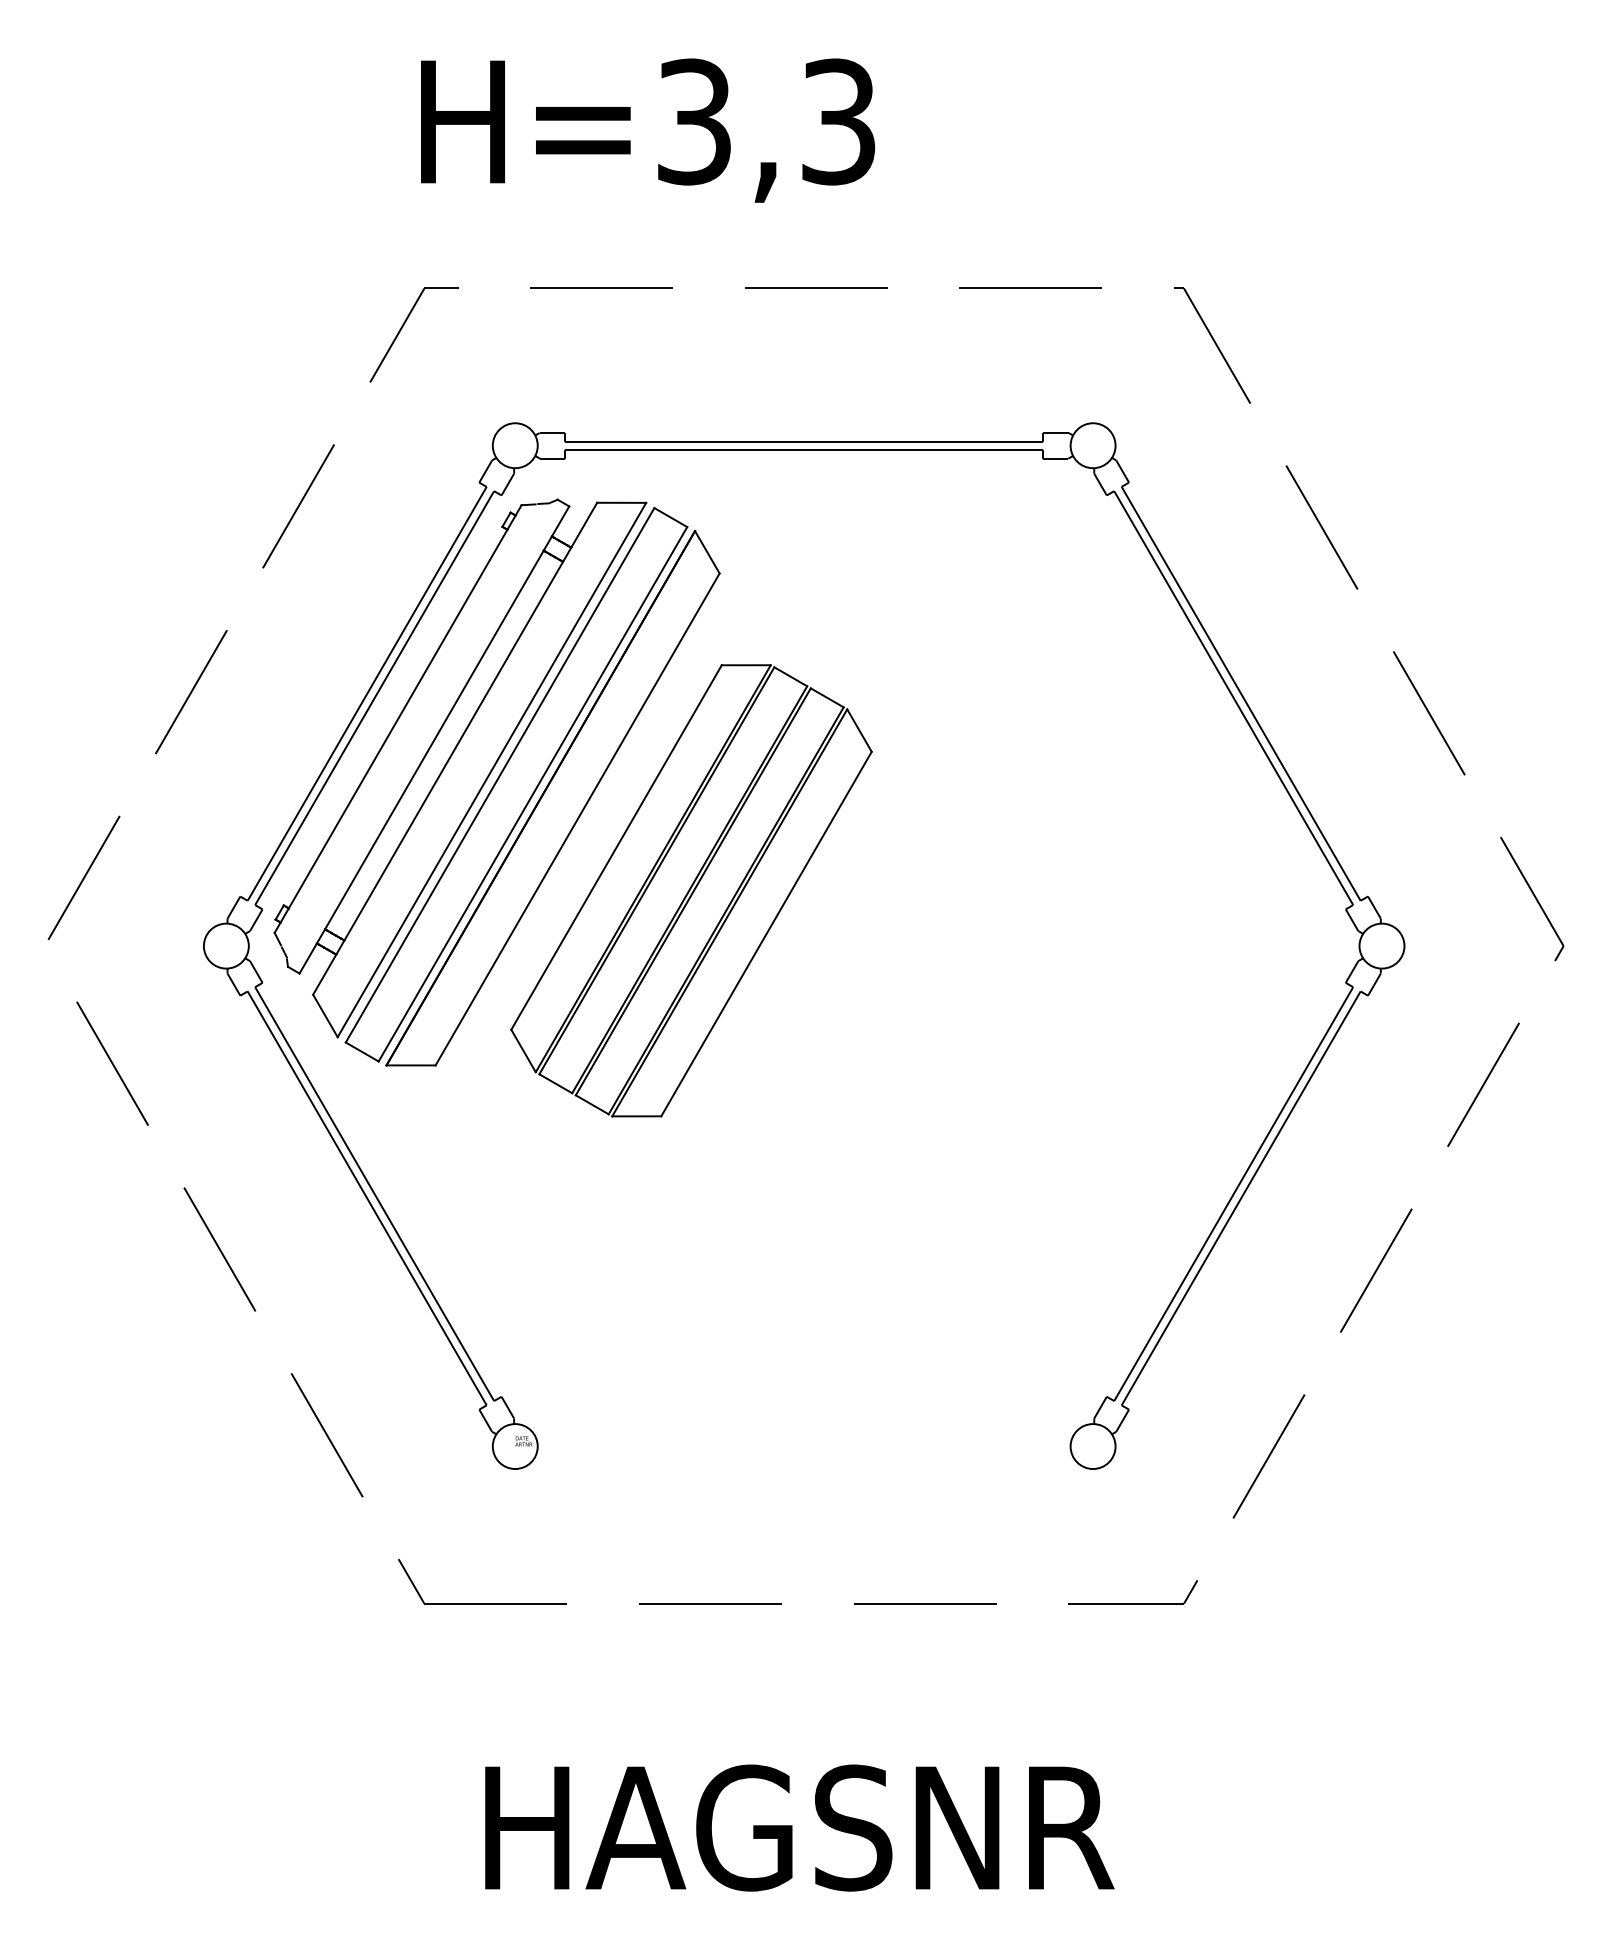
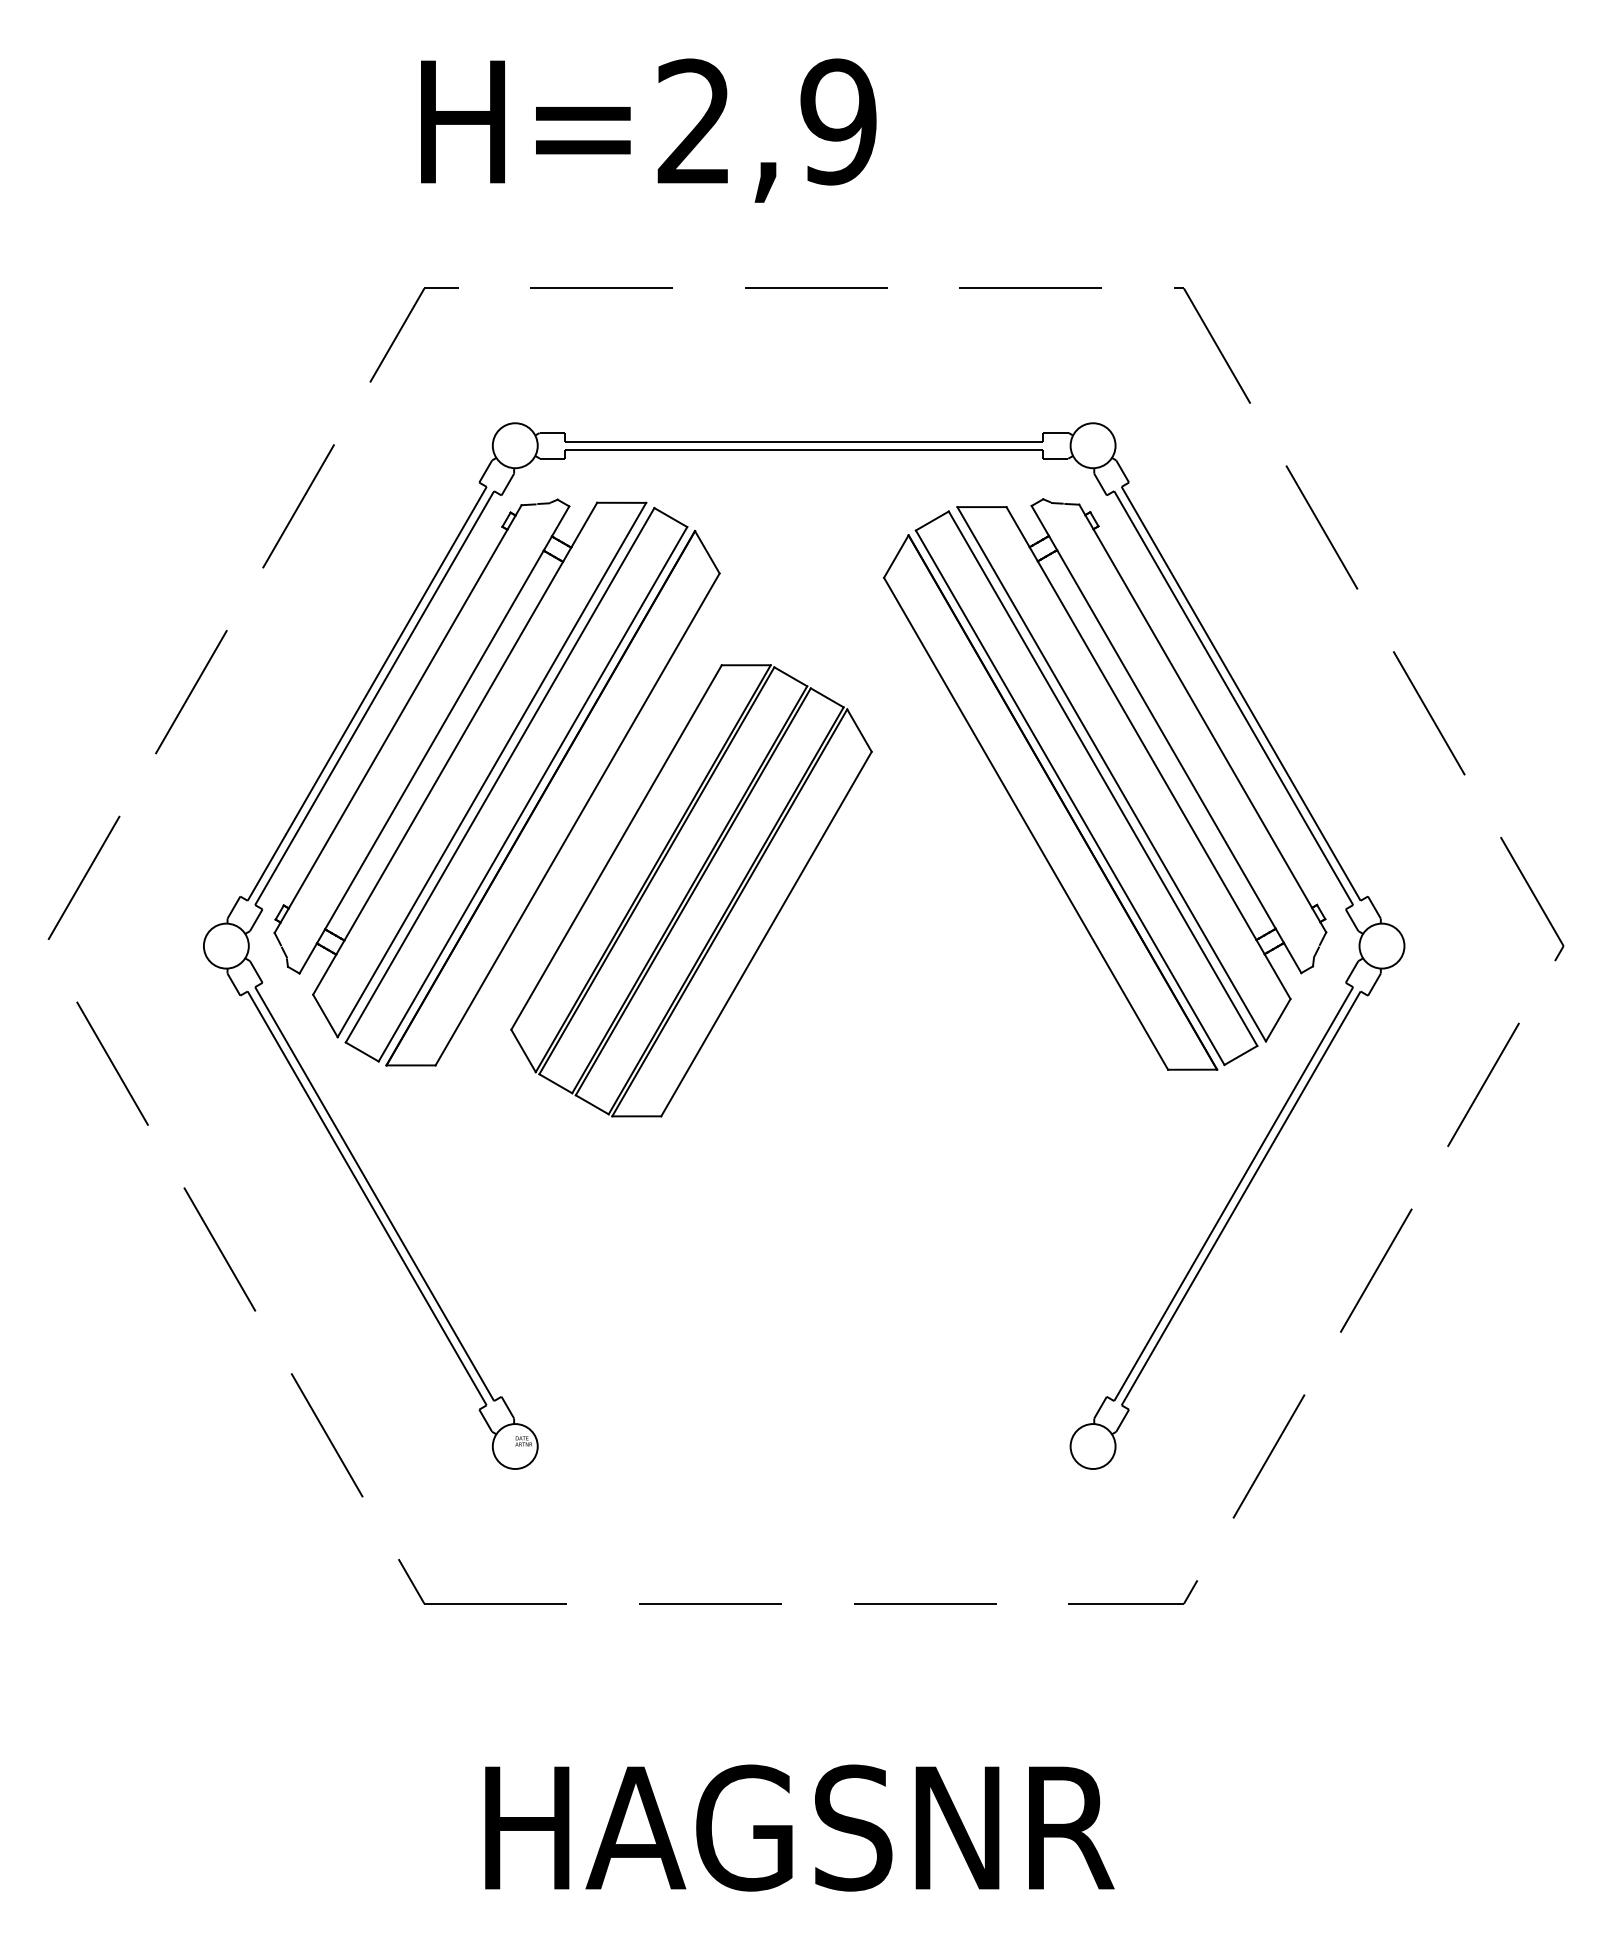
text at (766, 121): H=3,3 -> H=2,9
part at (1105, 784): none -> present
